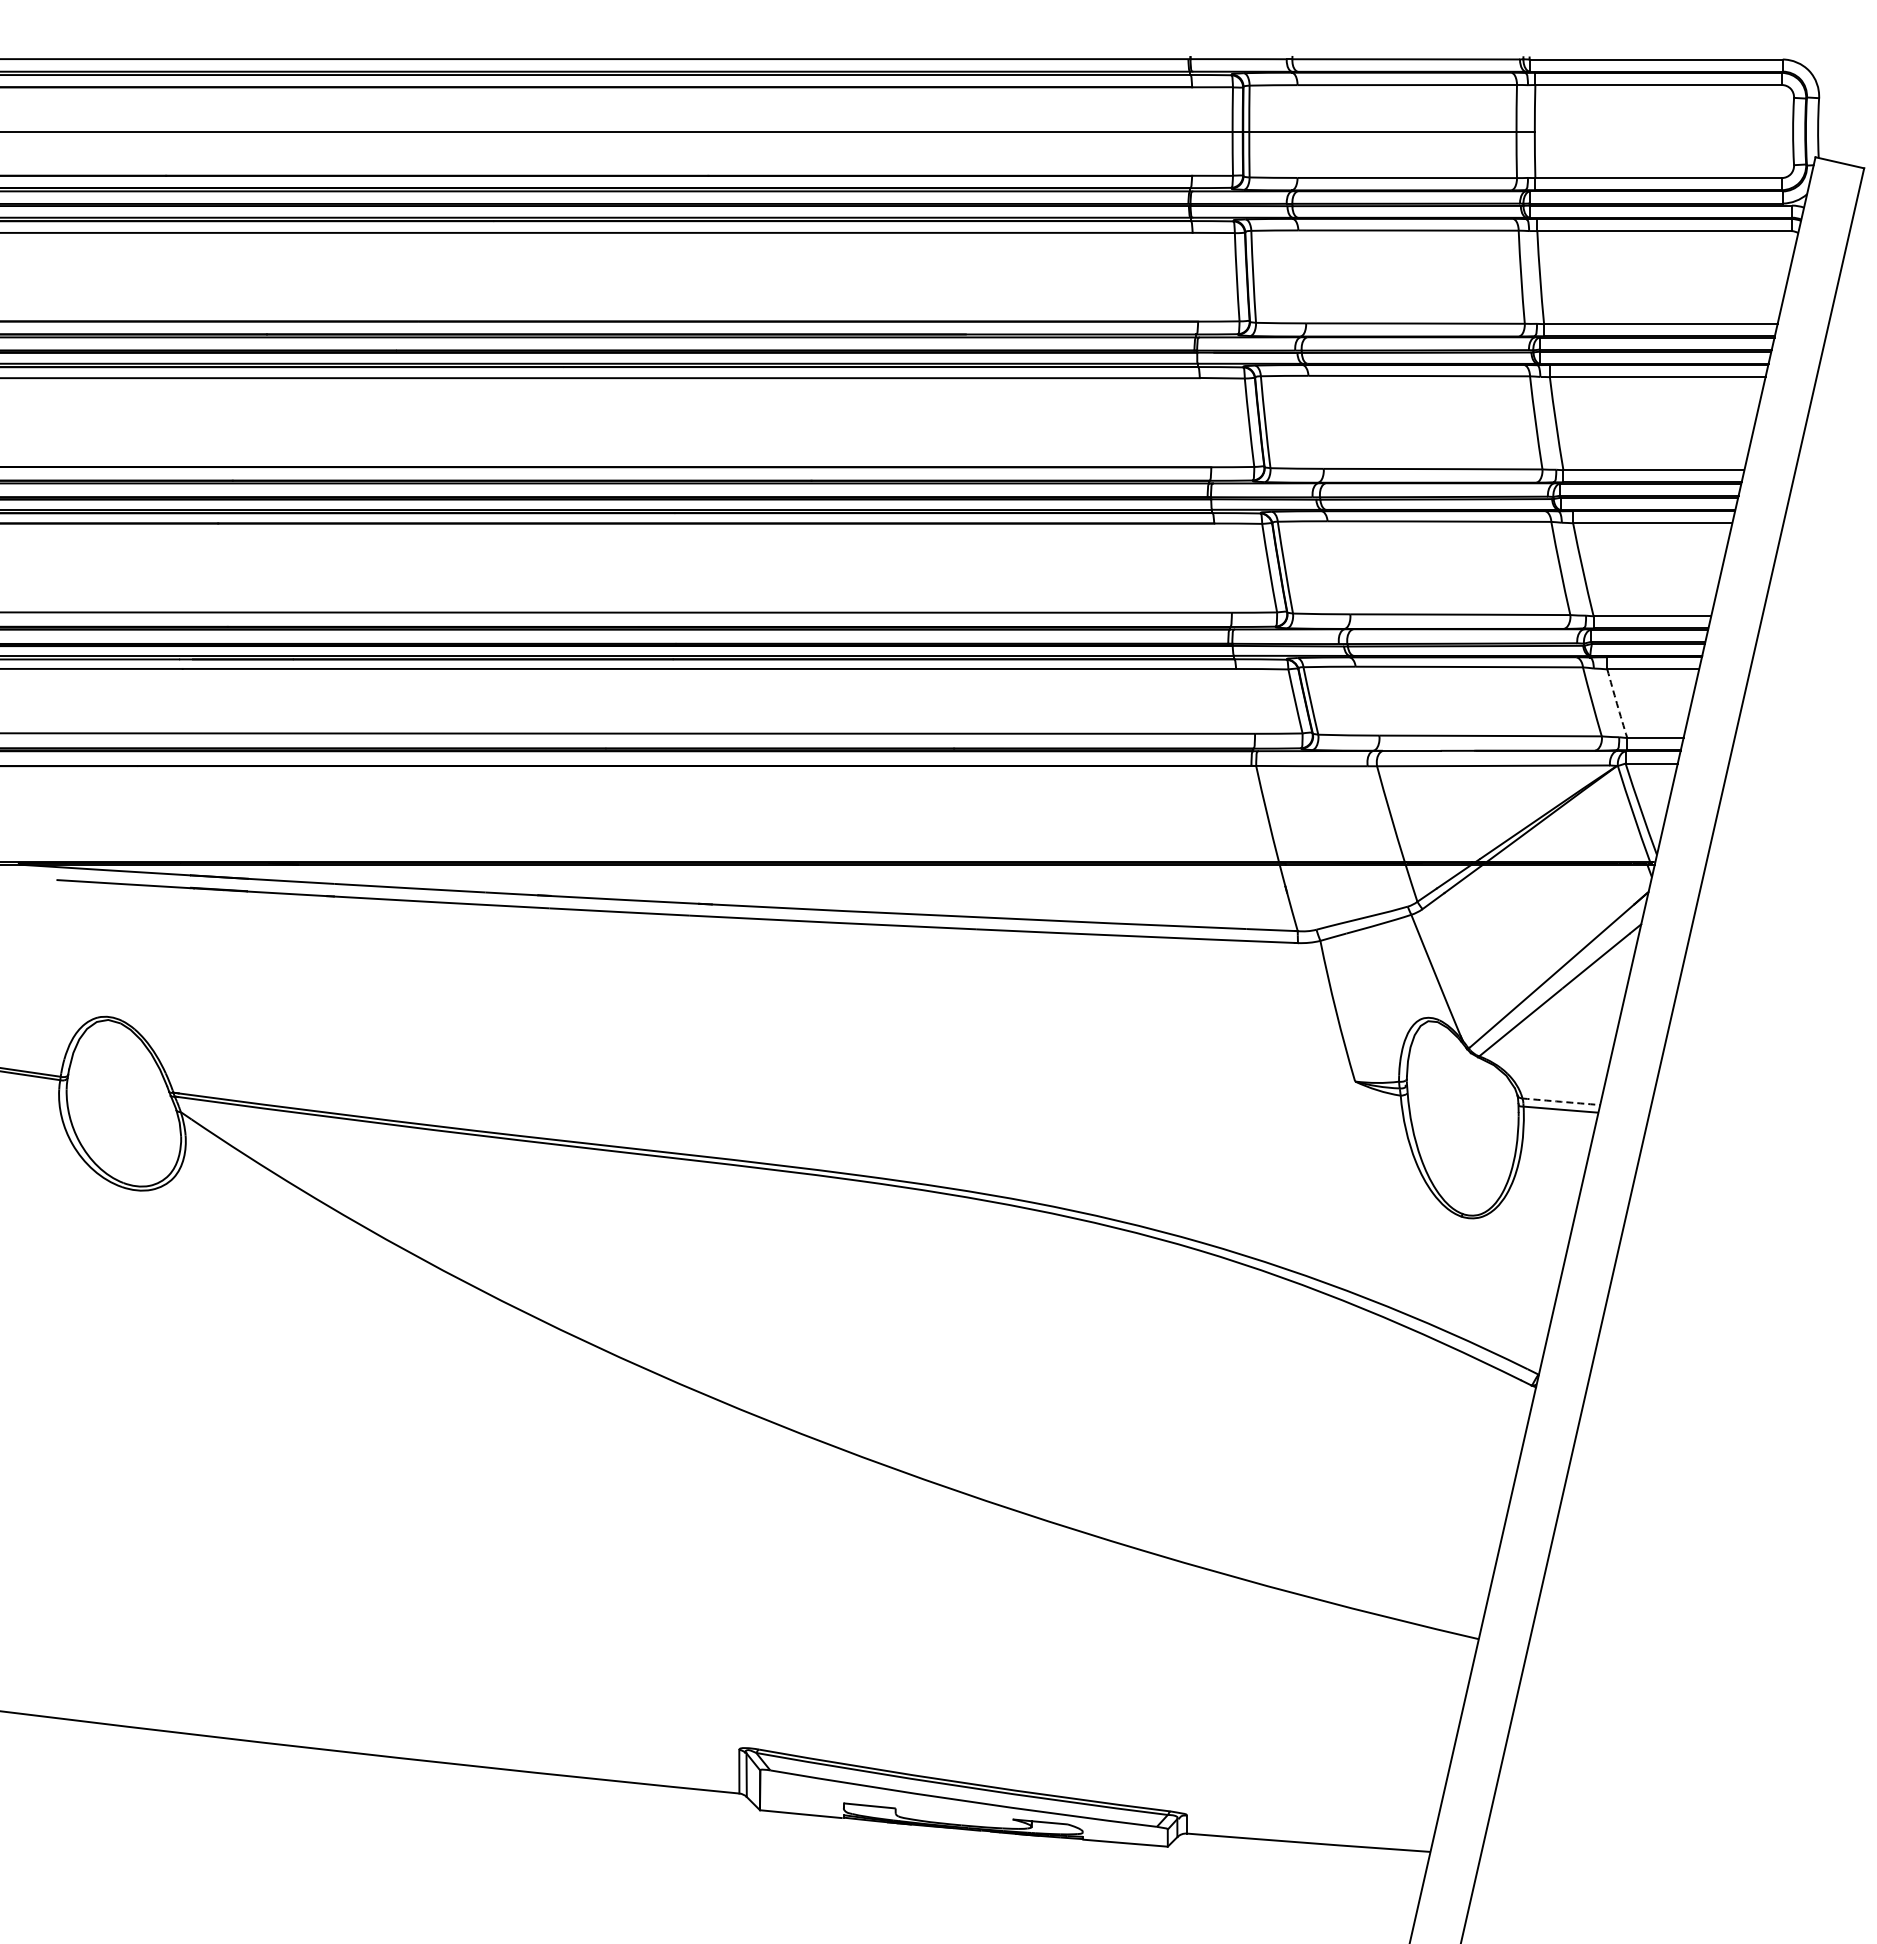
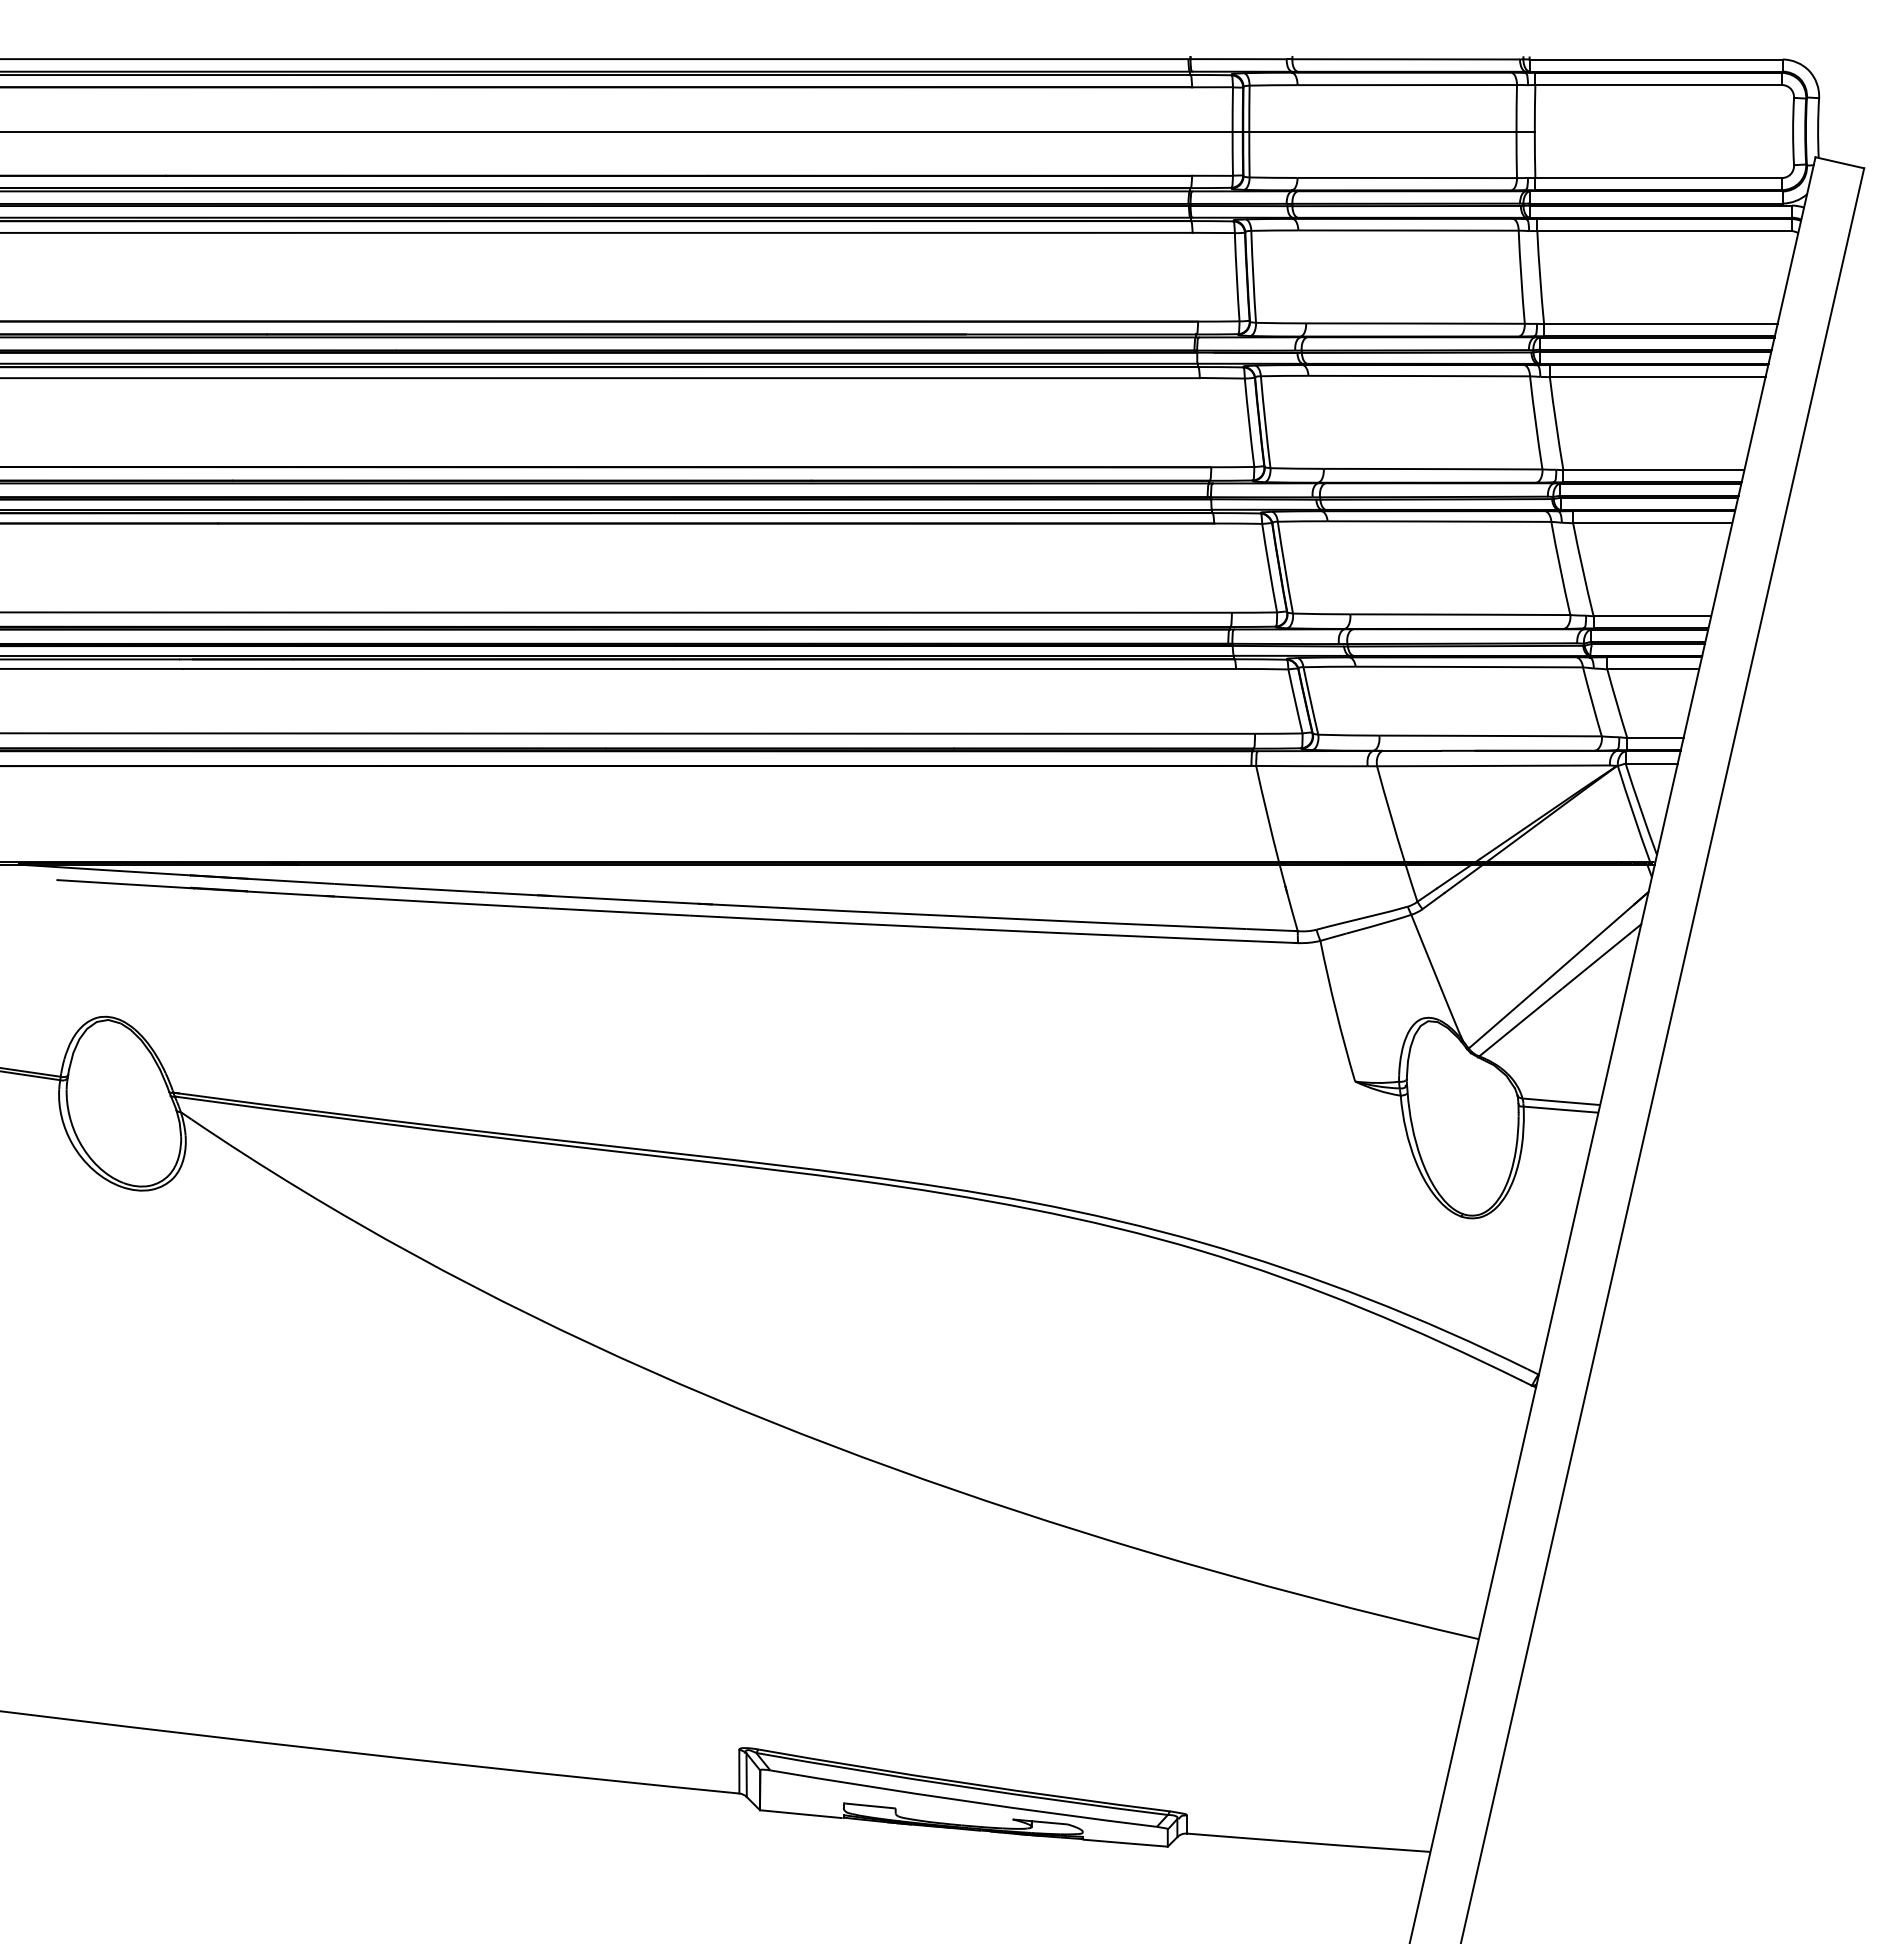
arc at (1617, 703): dashed -> solid
arc at (1561, 1101): dashed -> solid
